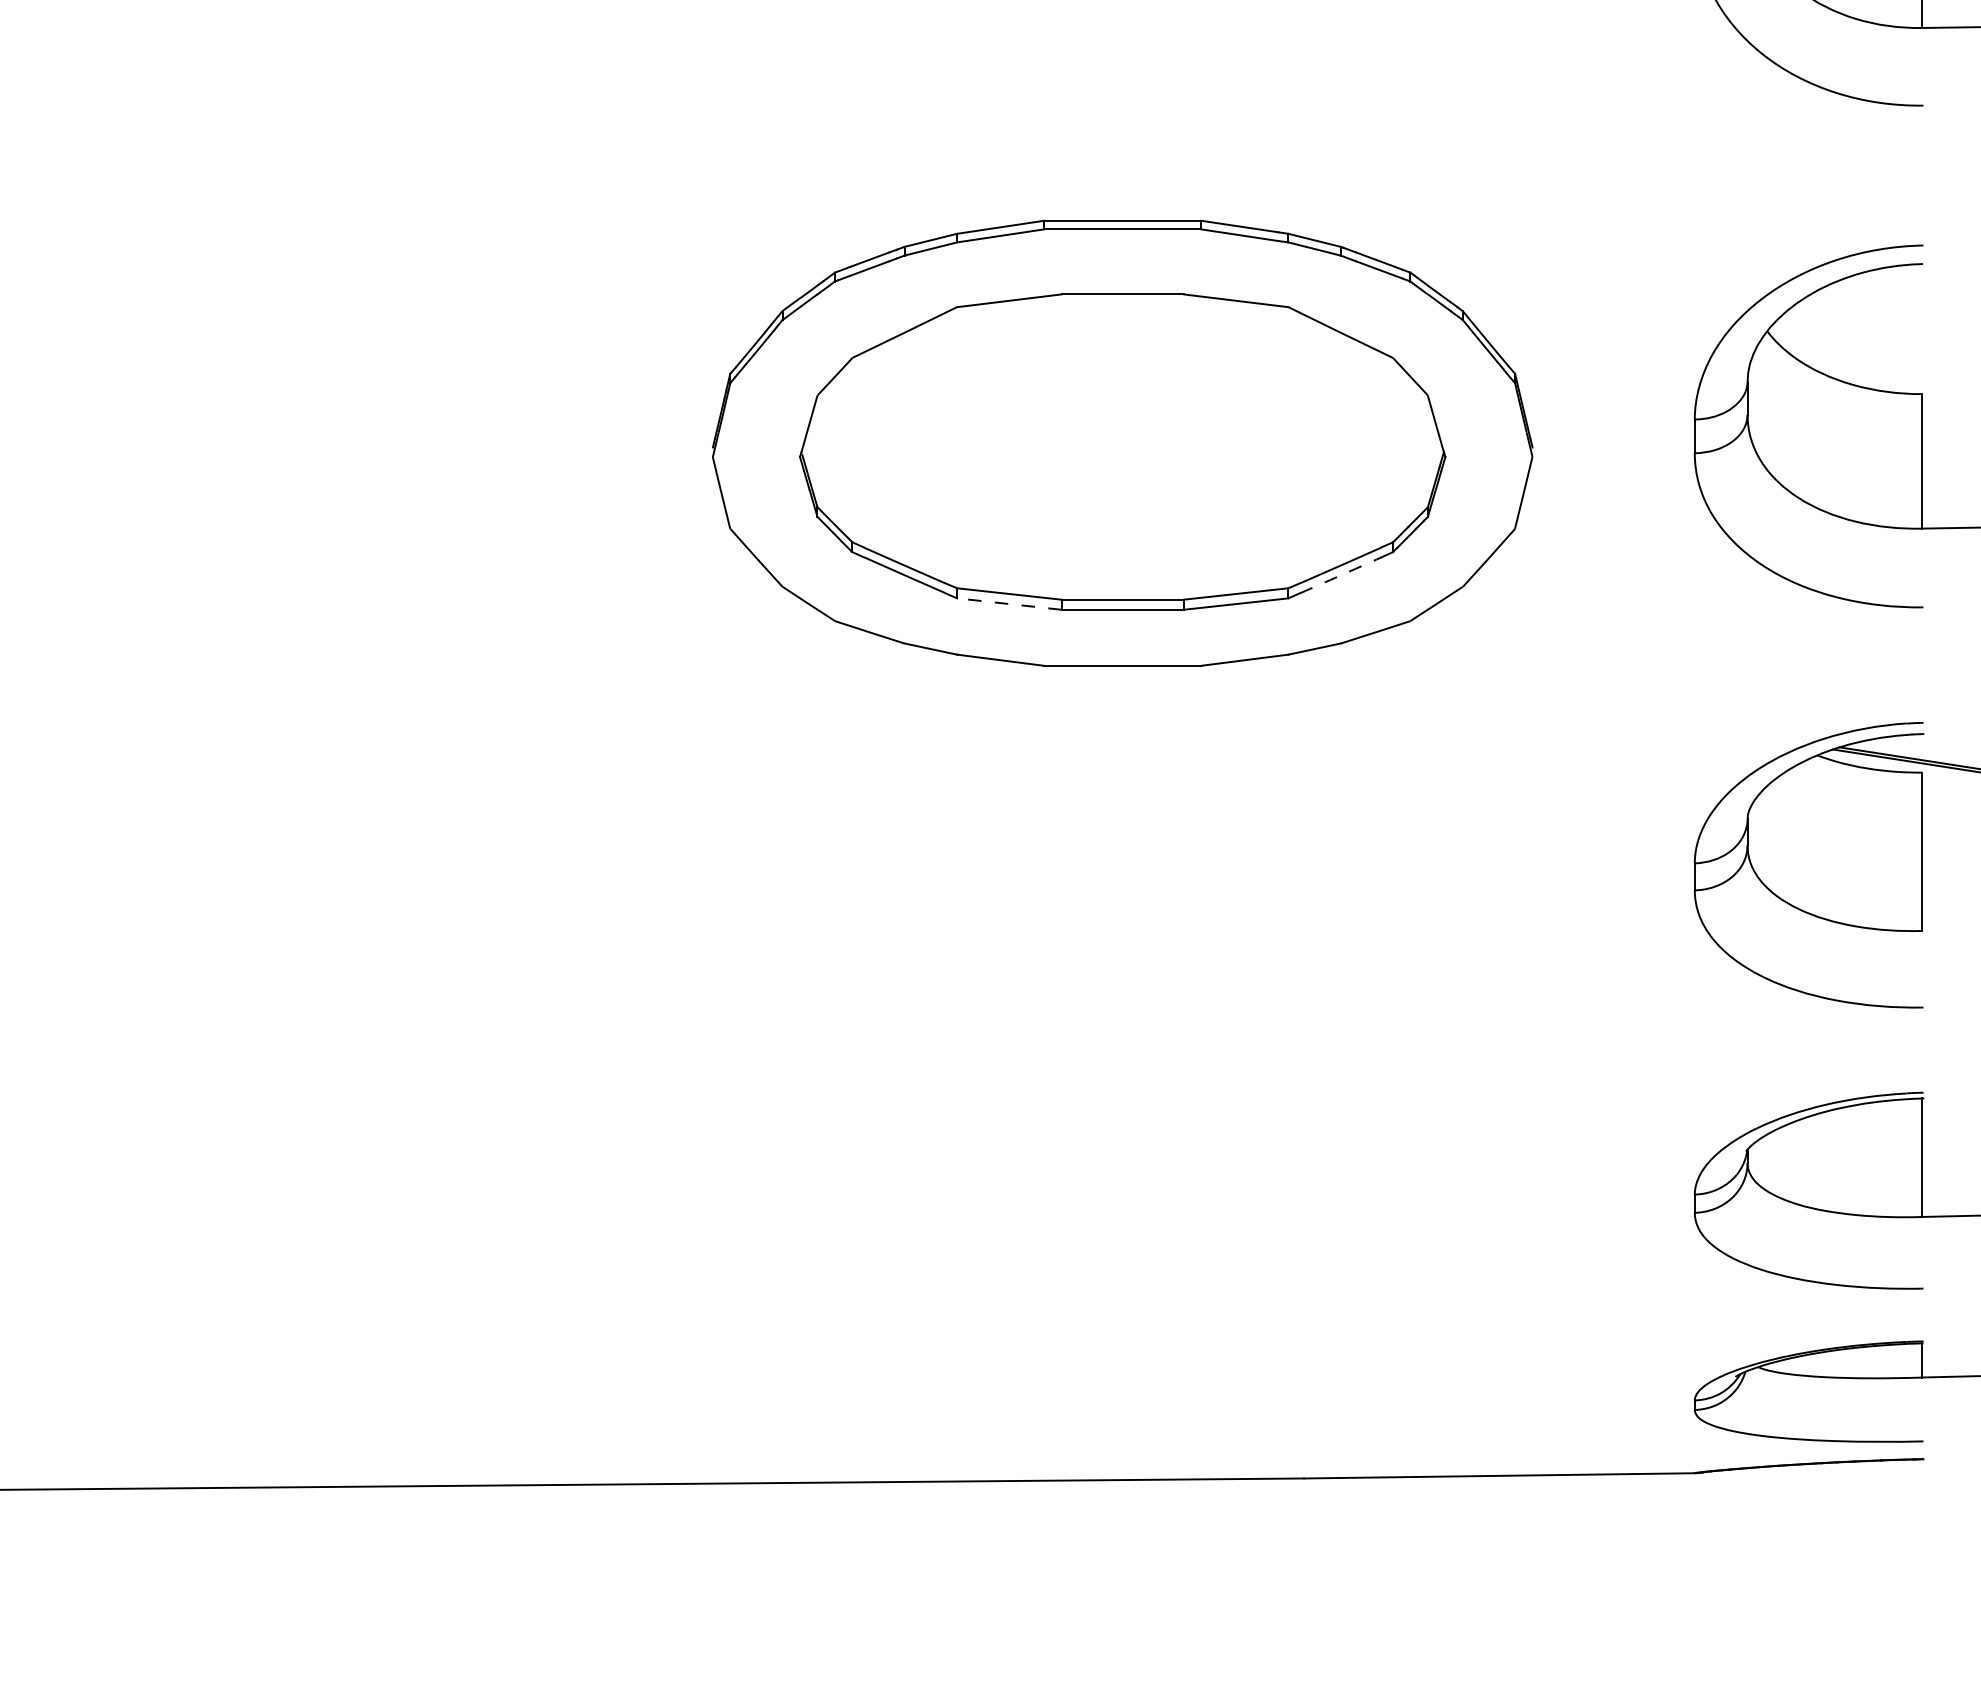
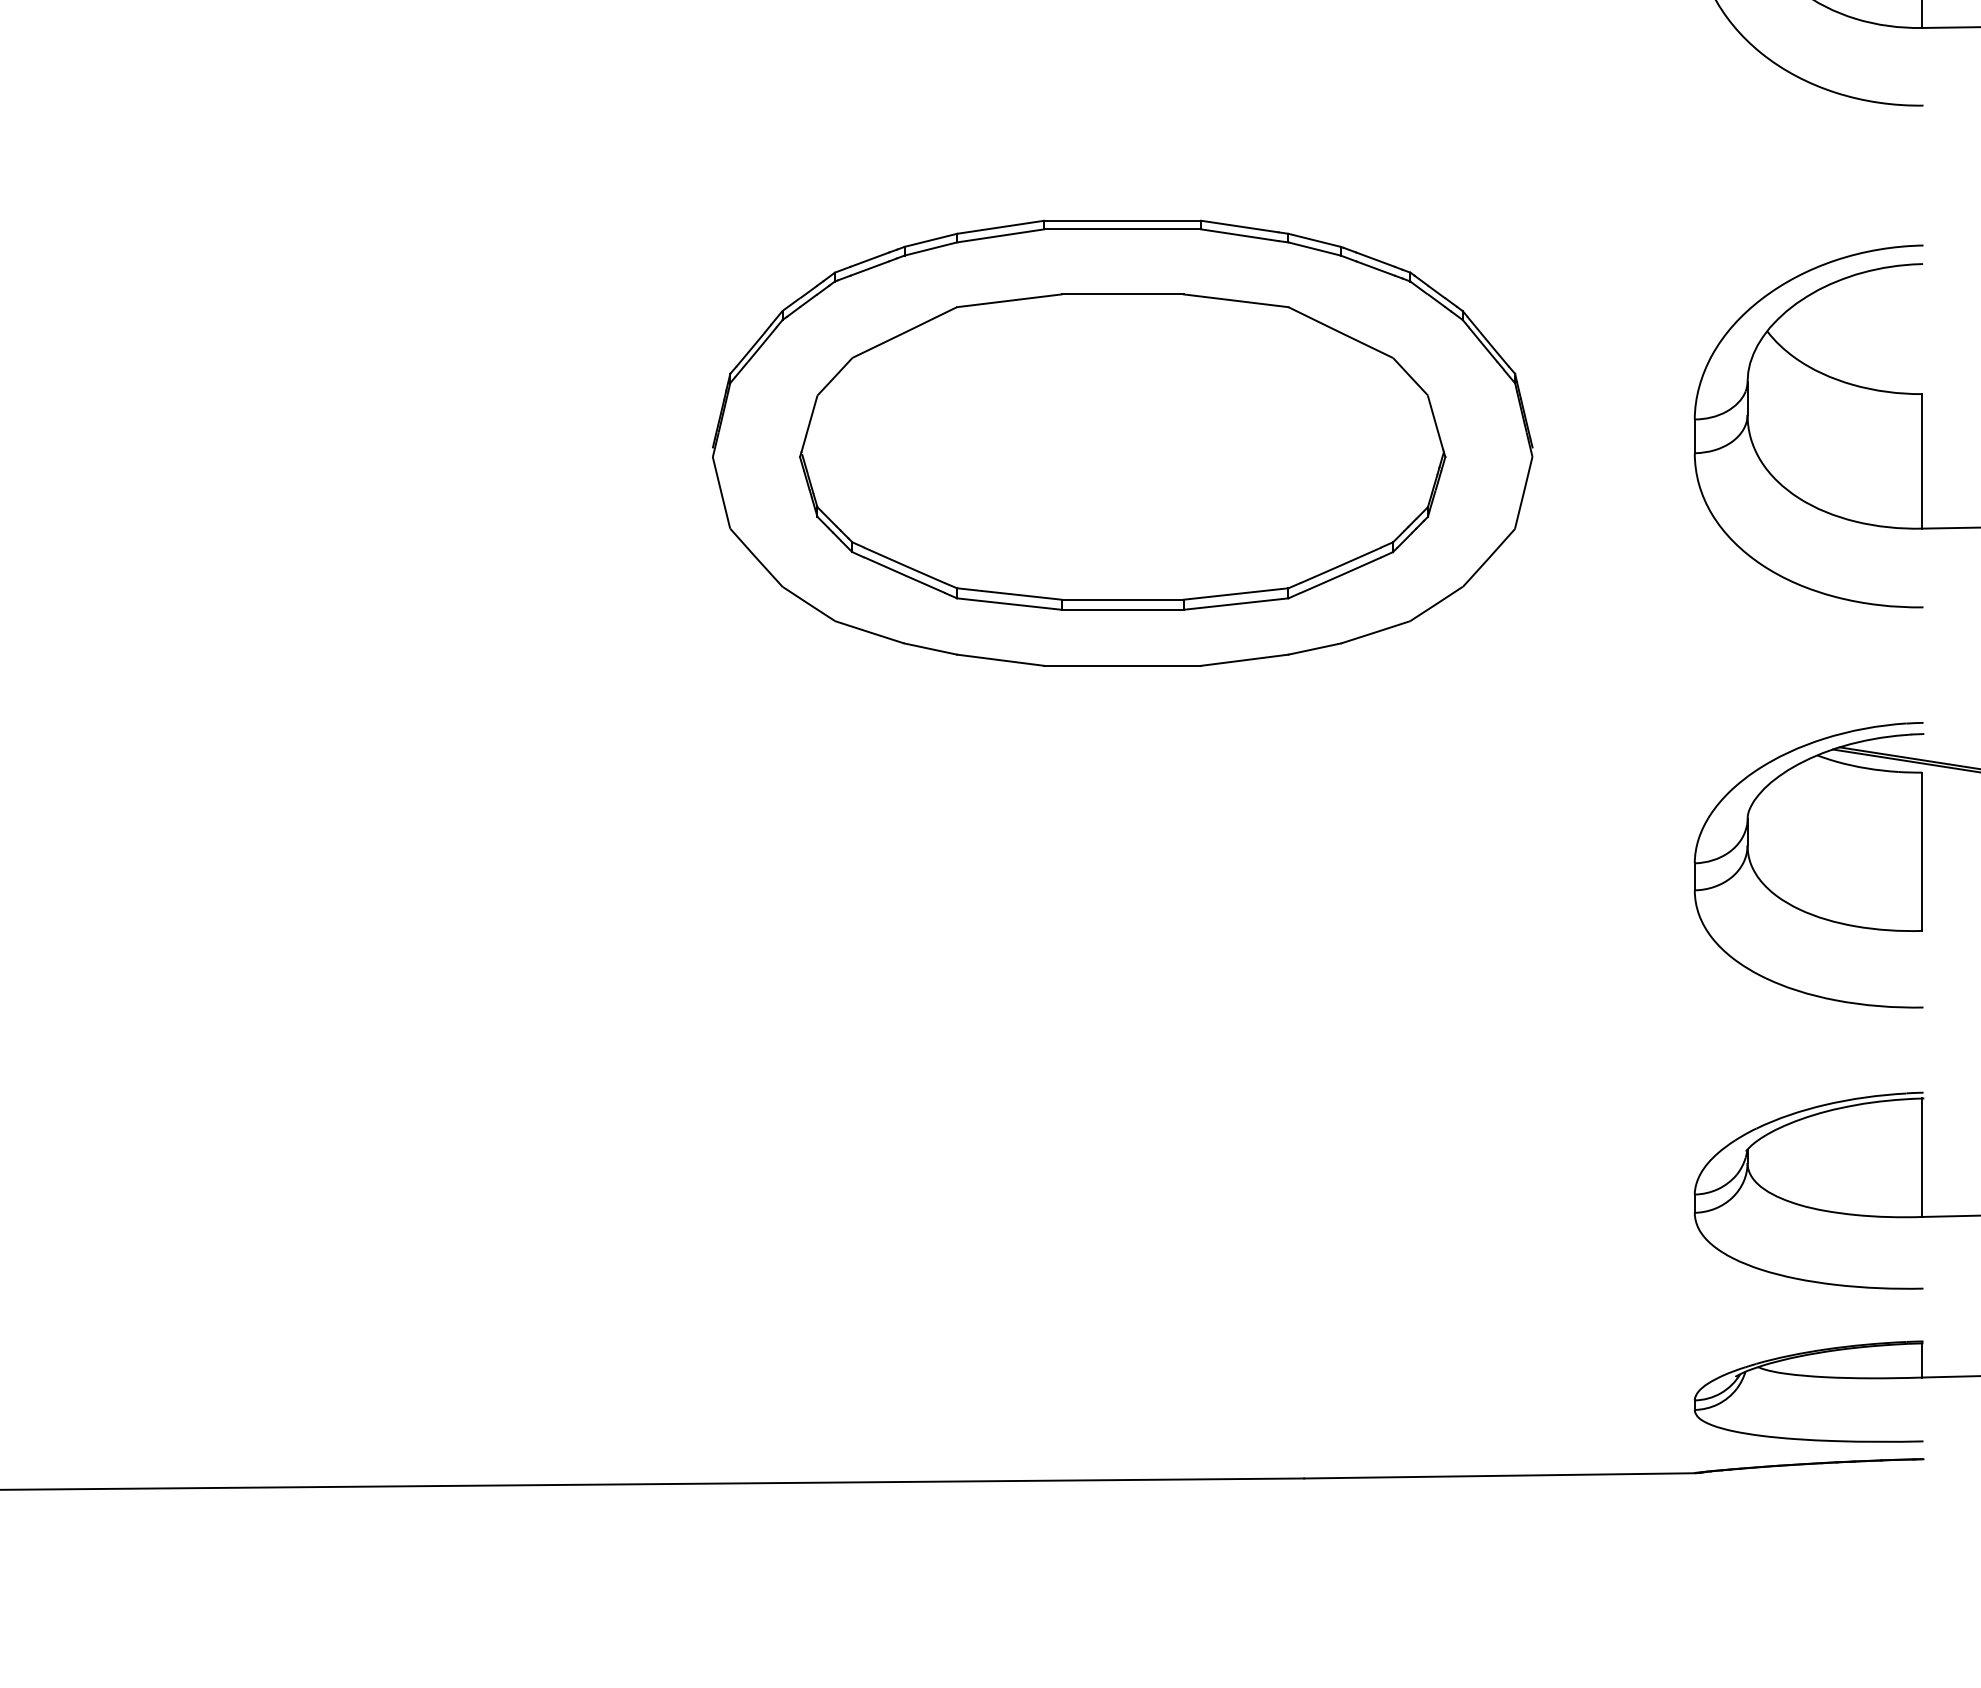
arc at (1340, 575): dashed -> solid
line at (1009, 604): dashed -> solid
